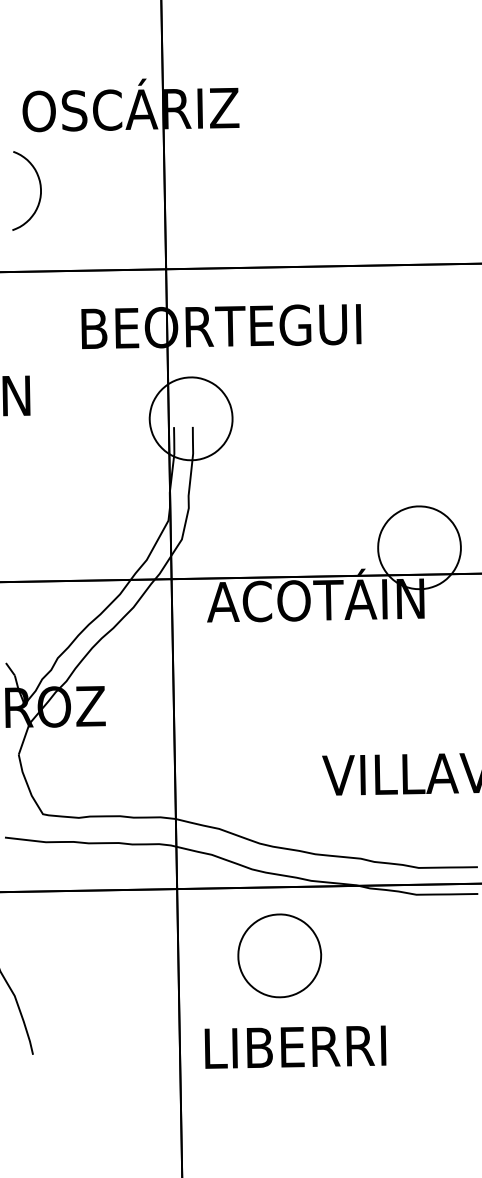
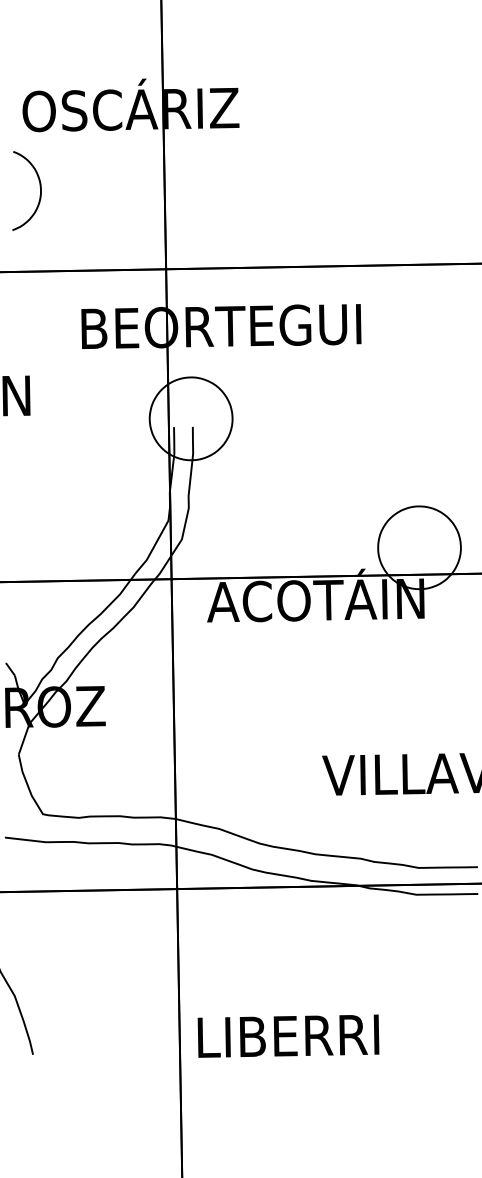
part at (279, 955): present -> none
text at (295, 1046) position: (295, 1046) -> (288, 1035)
